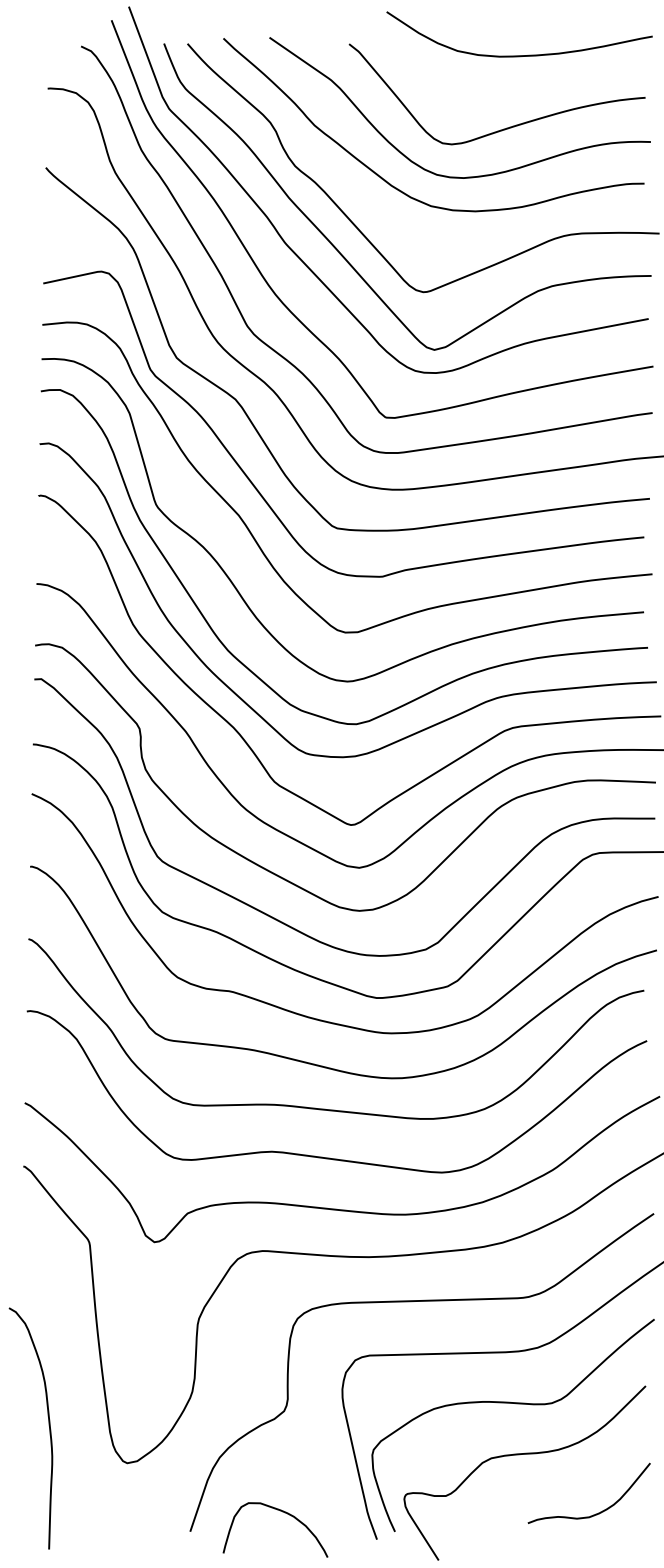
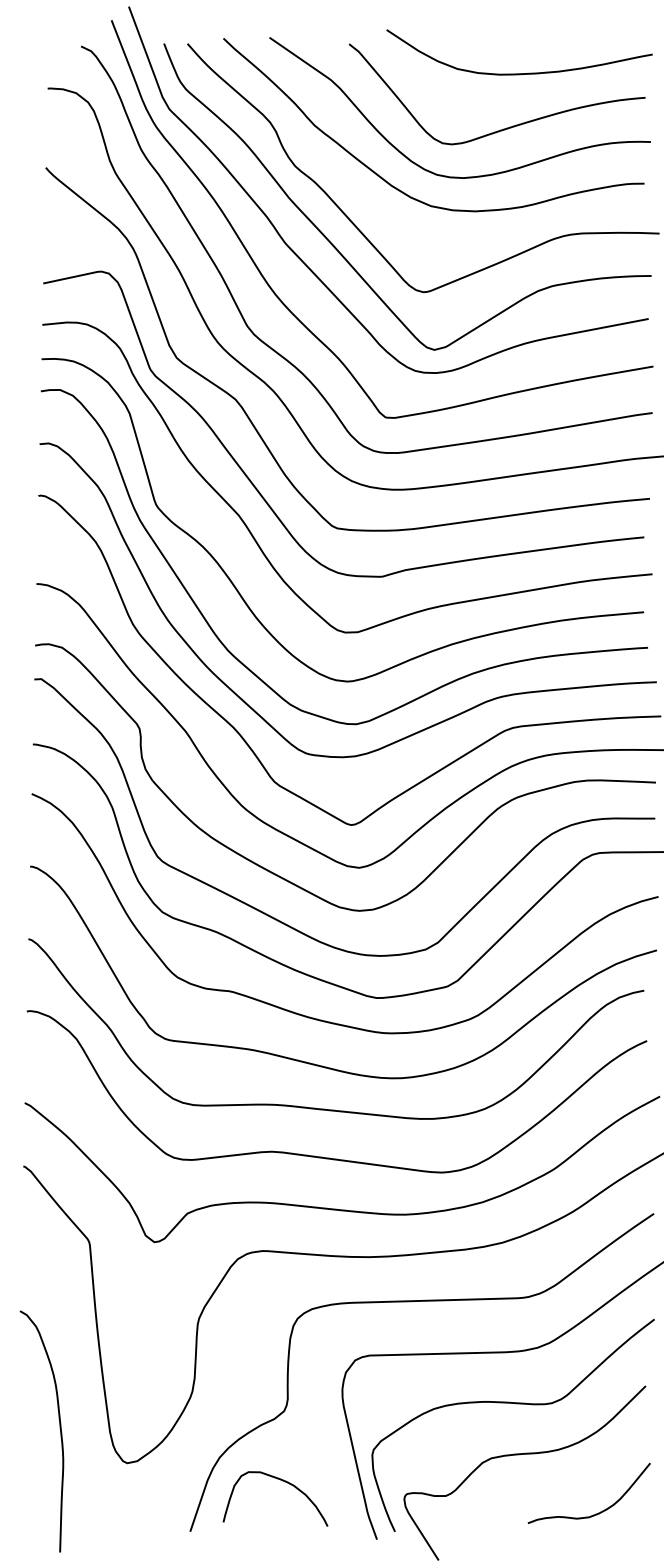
curve at (519, 55) position: (519, 55) -> (519, 73)
curve at (48, 1425) position: (48, 1425) -> (59, 1428)
curve at (282, 1512) position: (282, 1512) -> (282, 1481)
